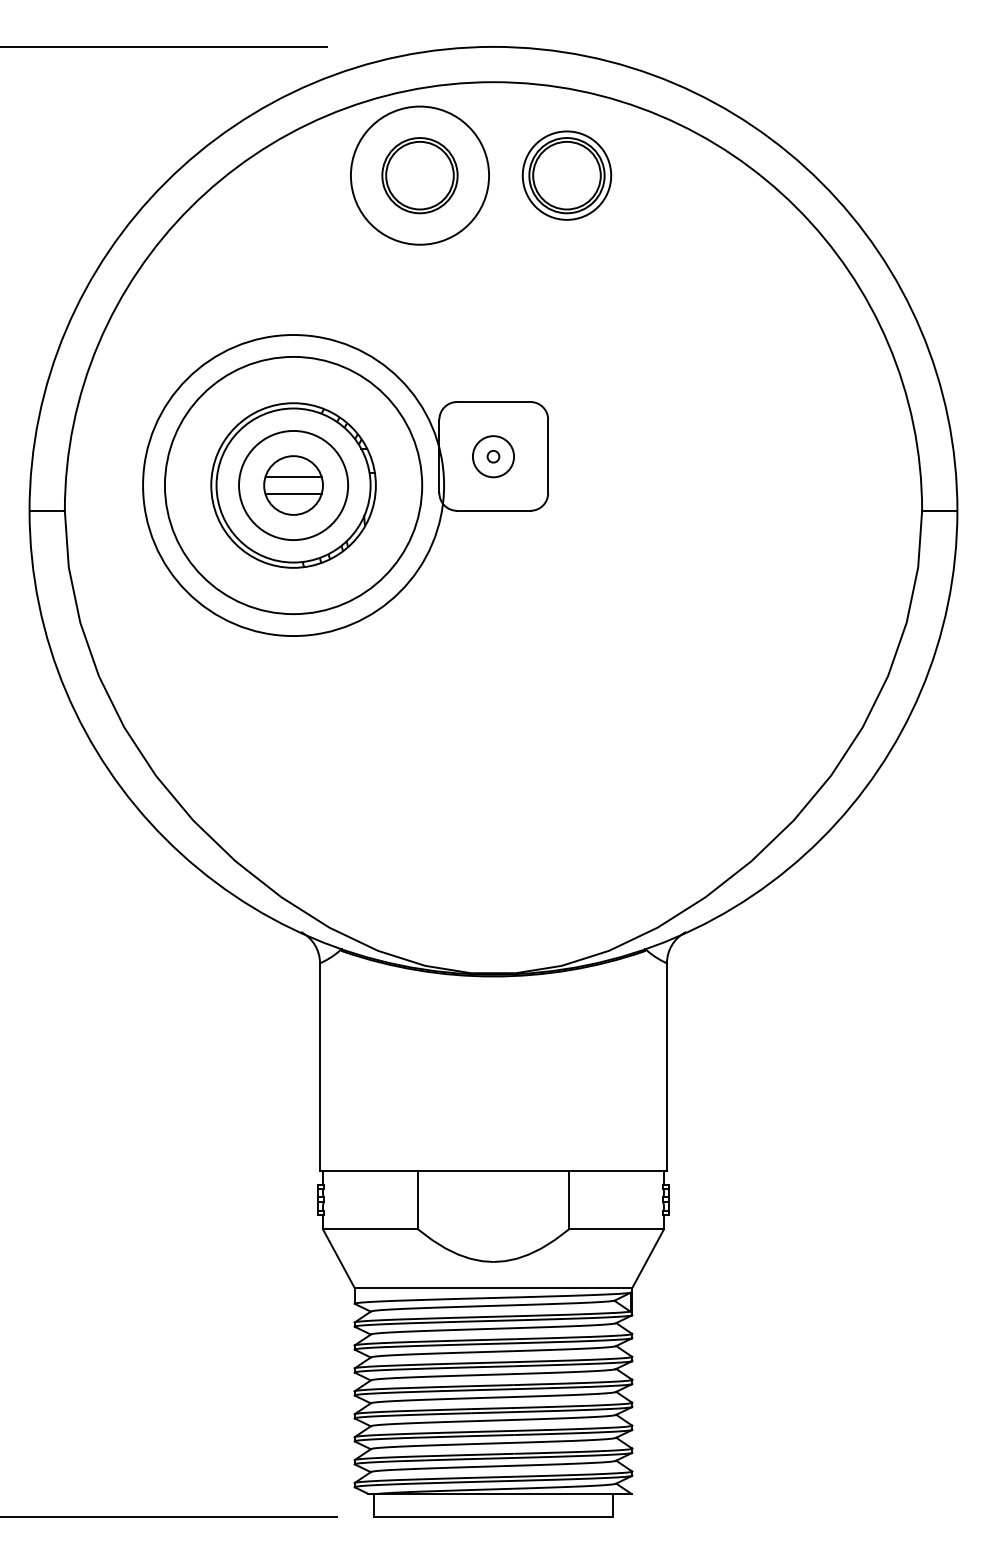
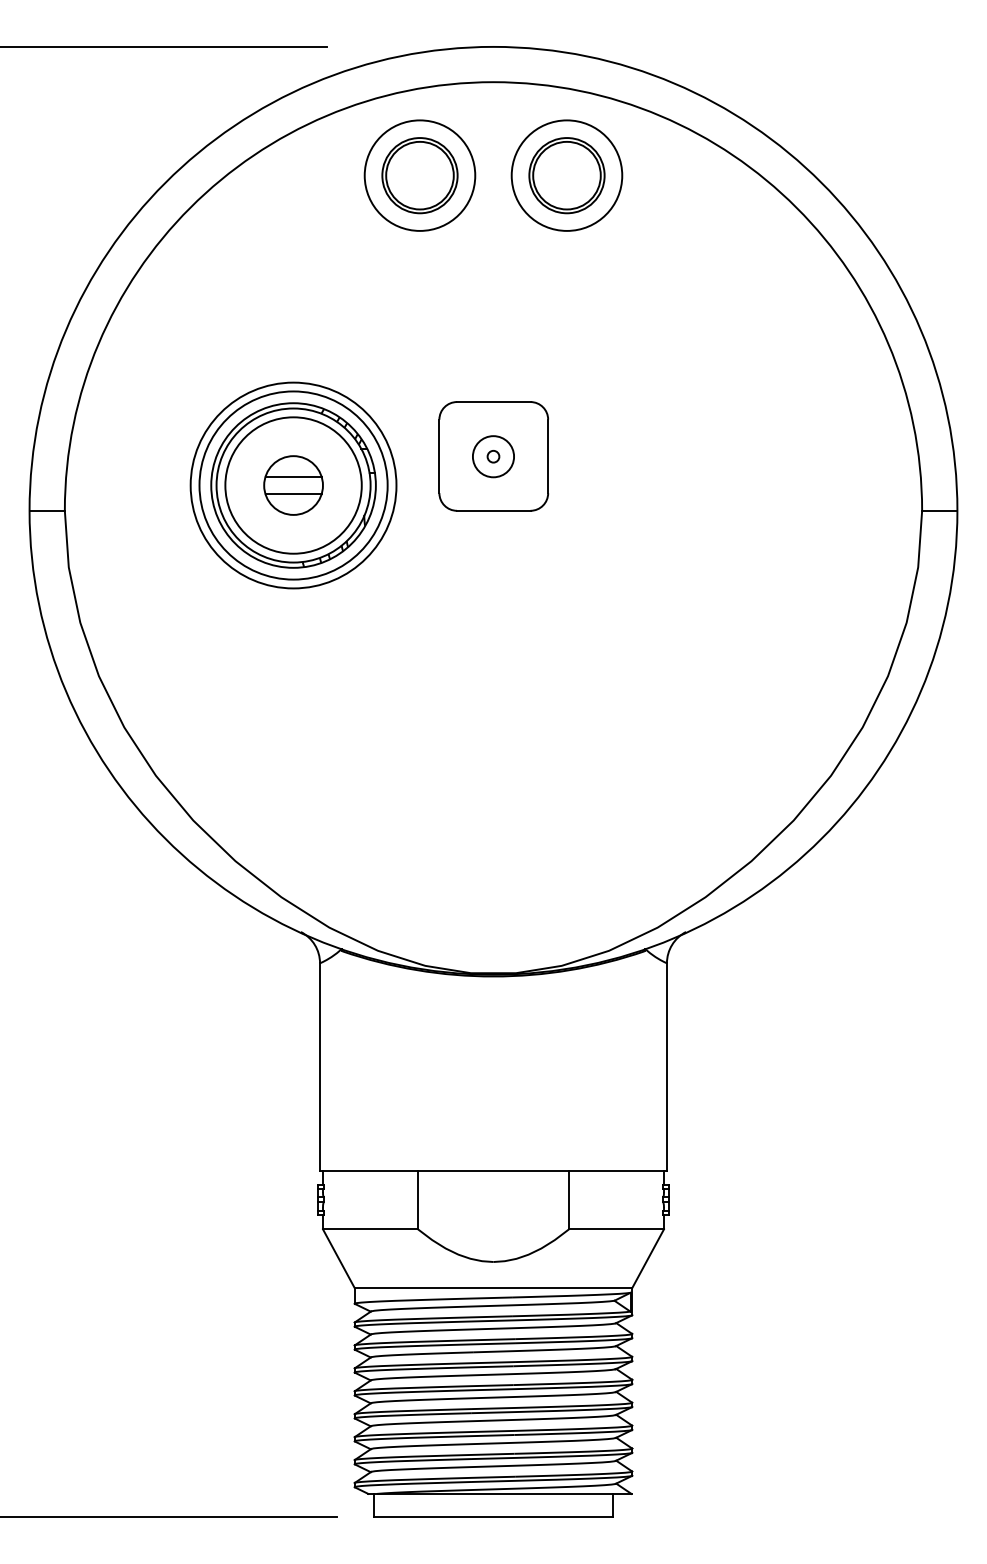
circle at (419, 175) diameter: 138 px -> 111 px
circle at (566, 175) diameter: 88 px -> 111 px
circle at (293, 485) diameter: 109 px -> 136 px
circle at (293, 485) diameter: 257 px -> 206 px
circle at (293, 485) diameter: 301 px -> 188 px
